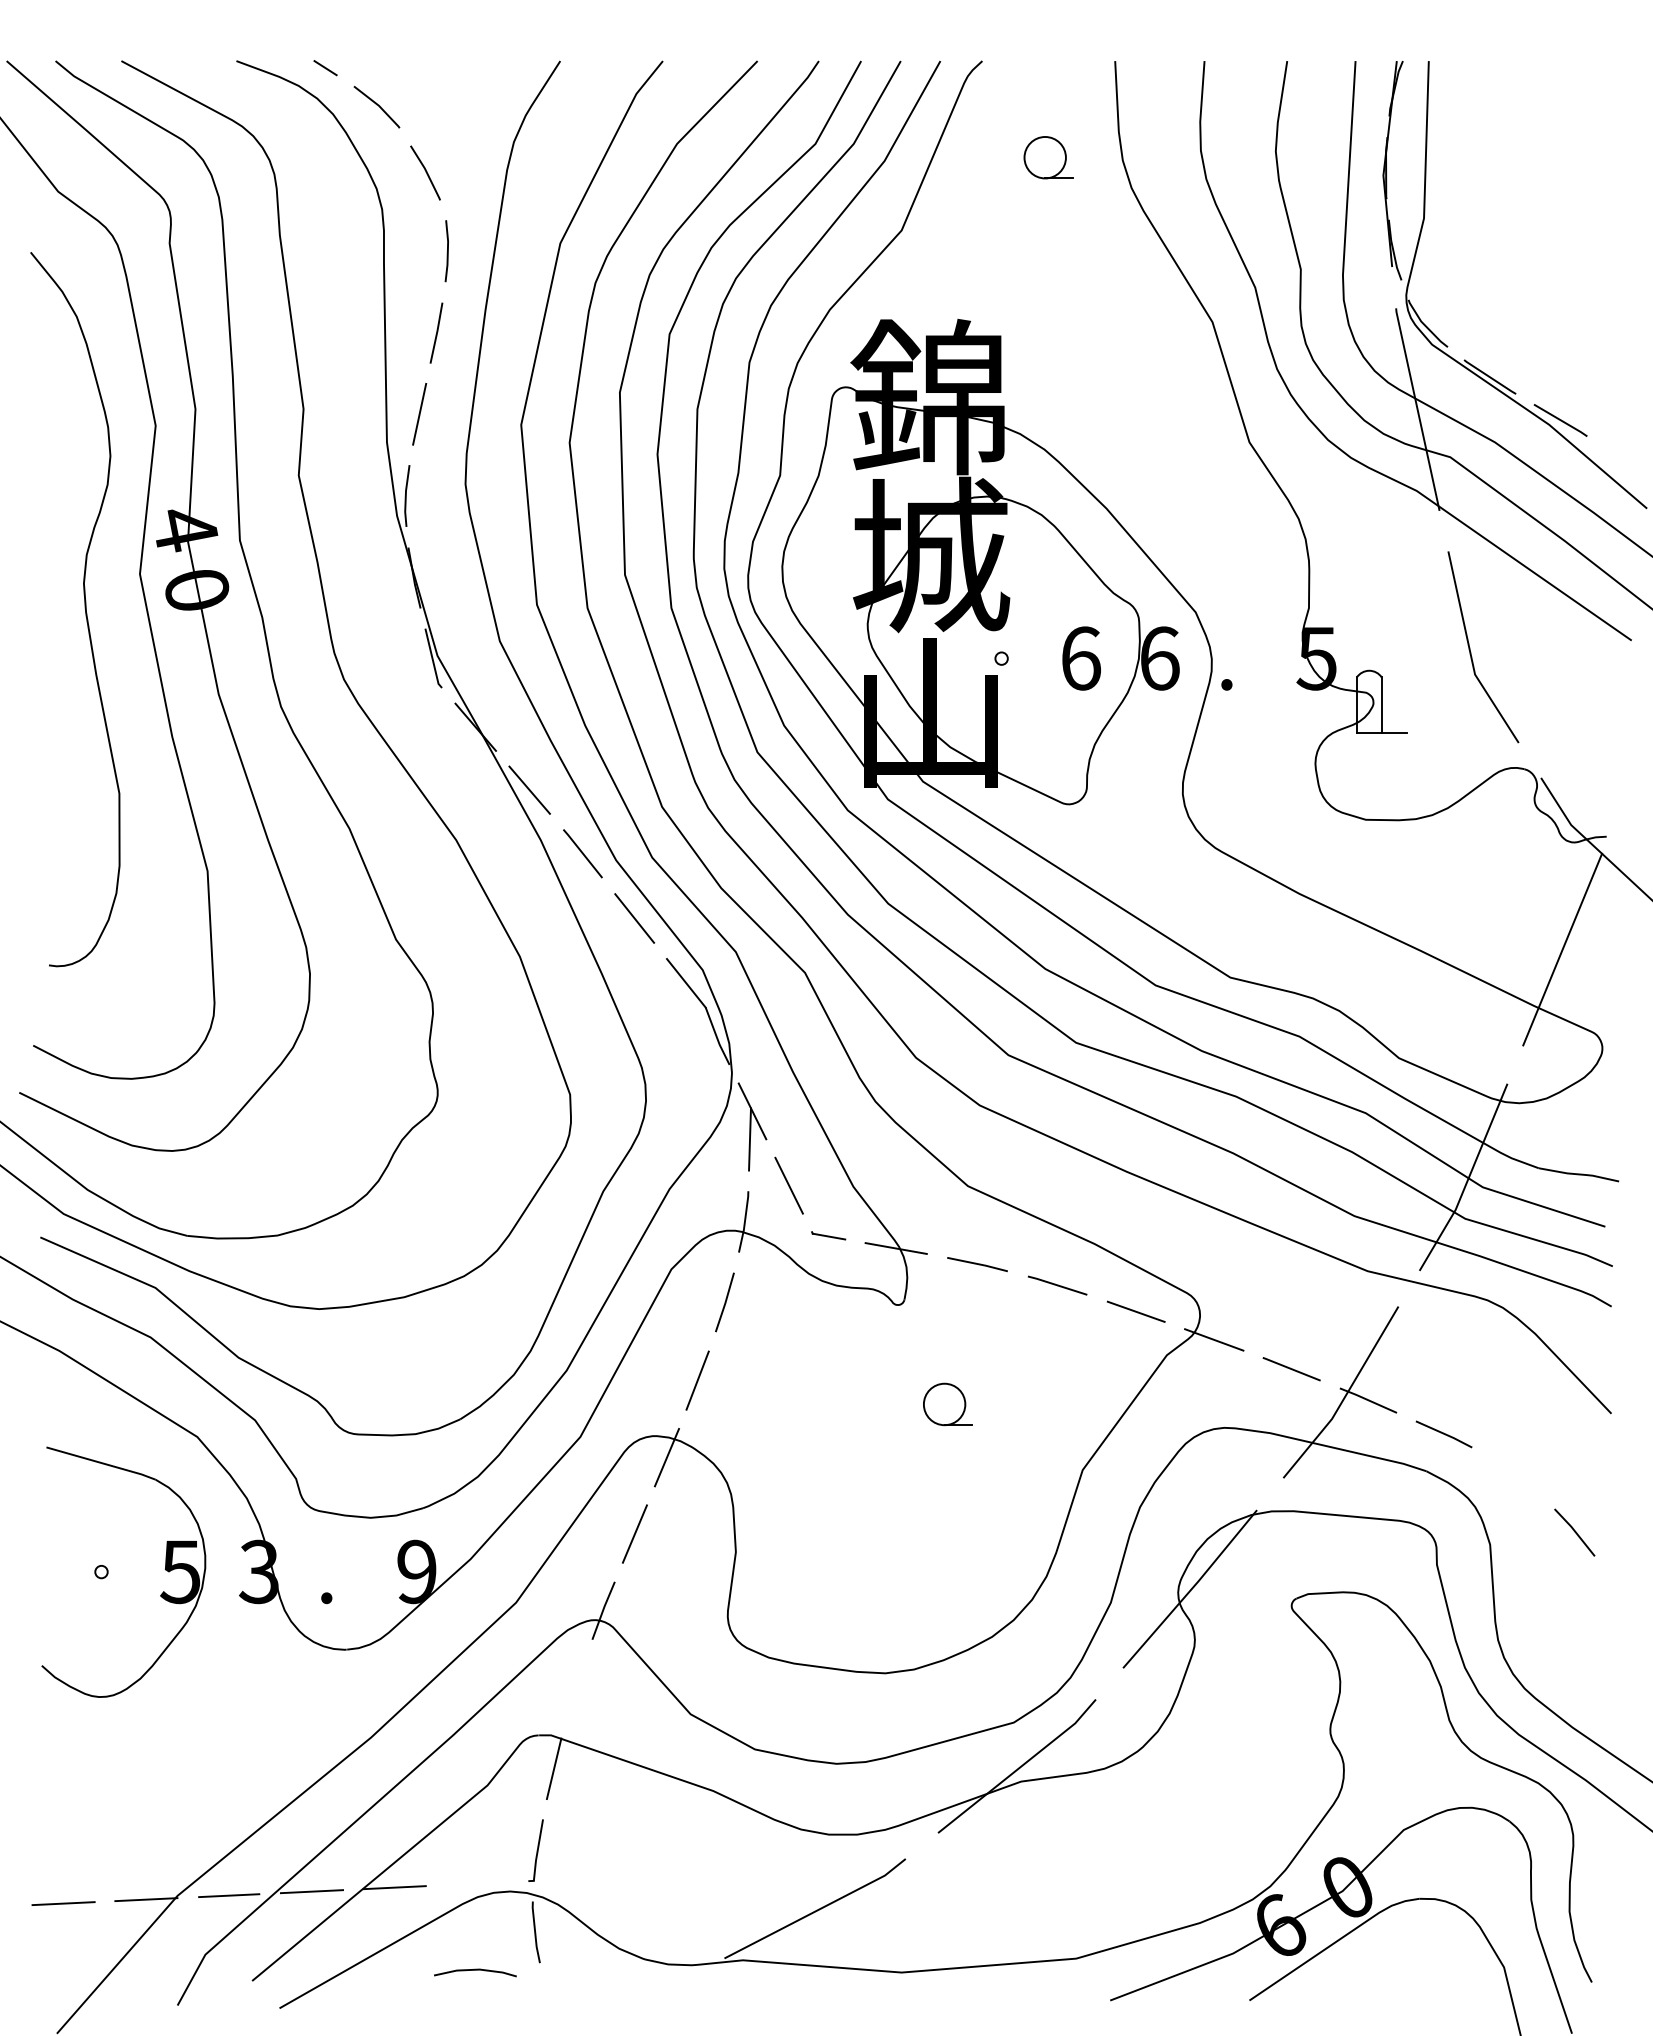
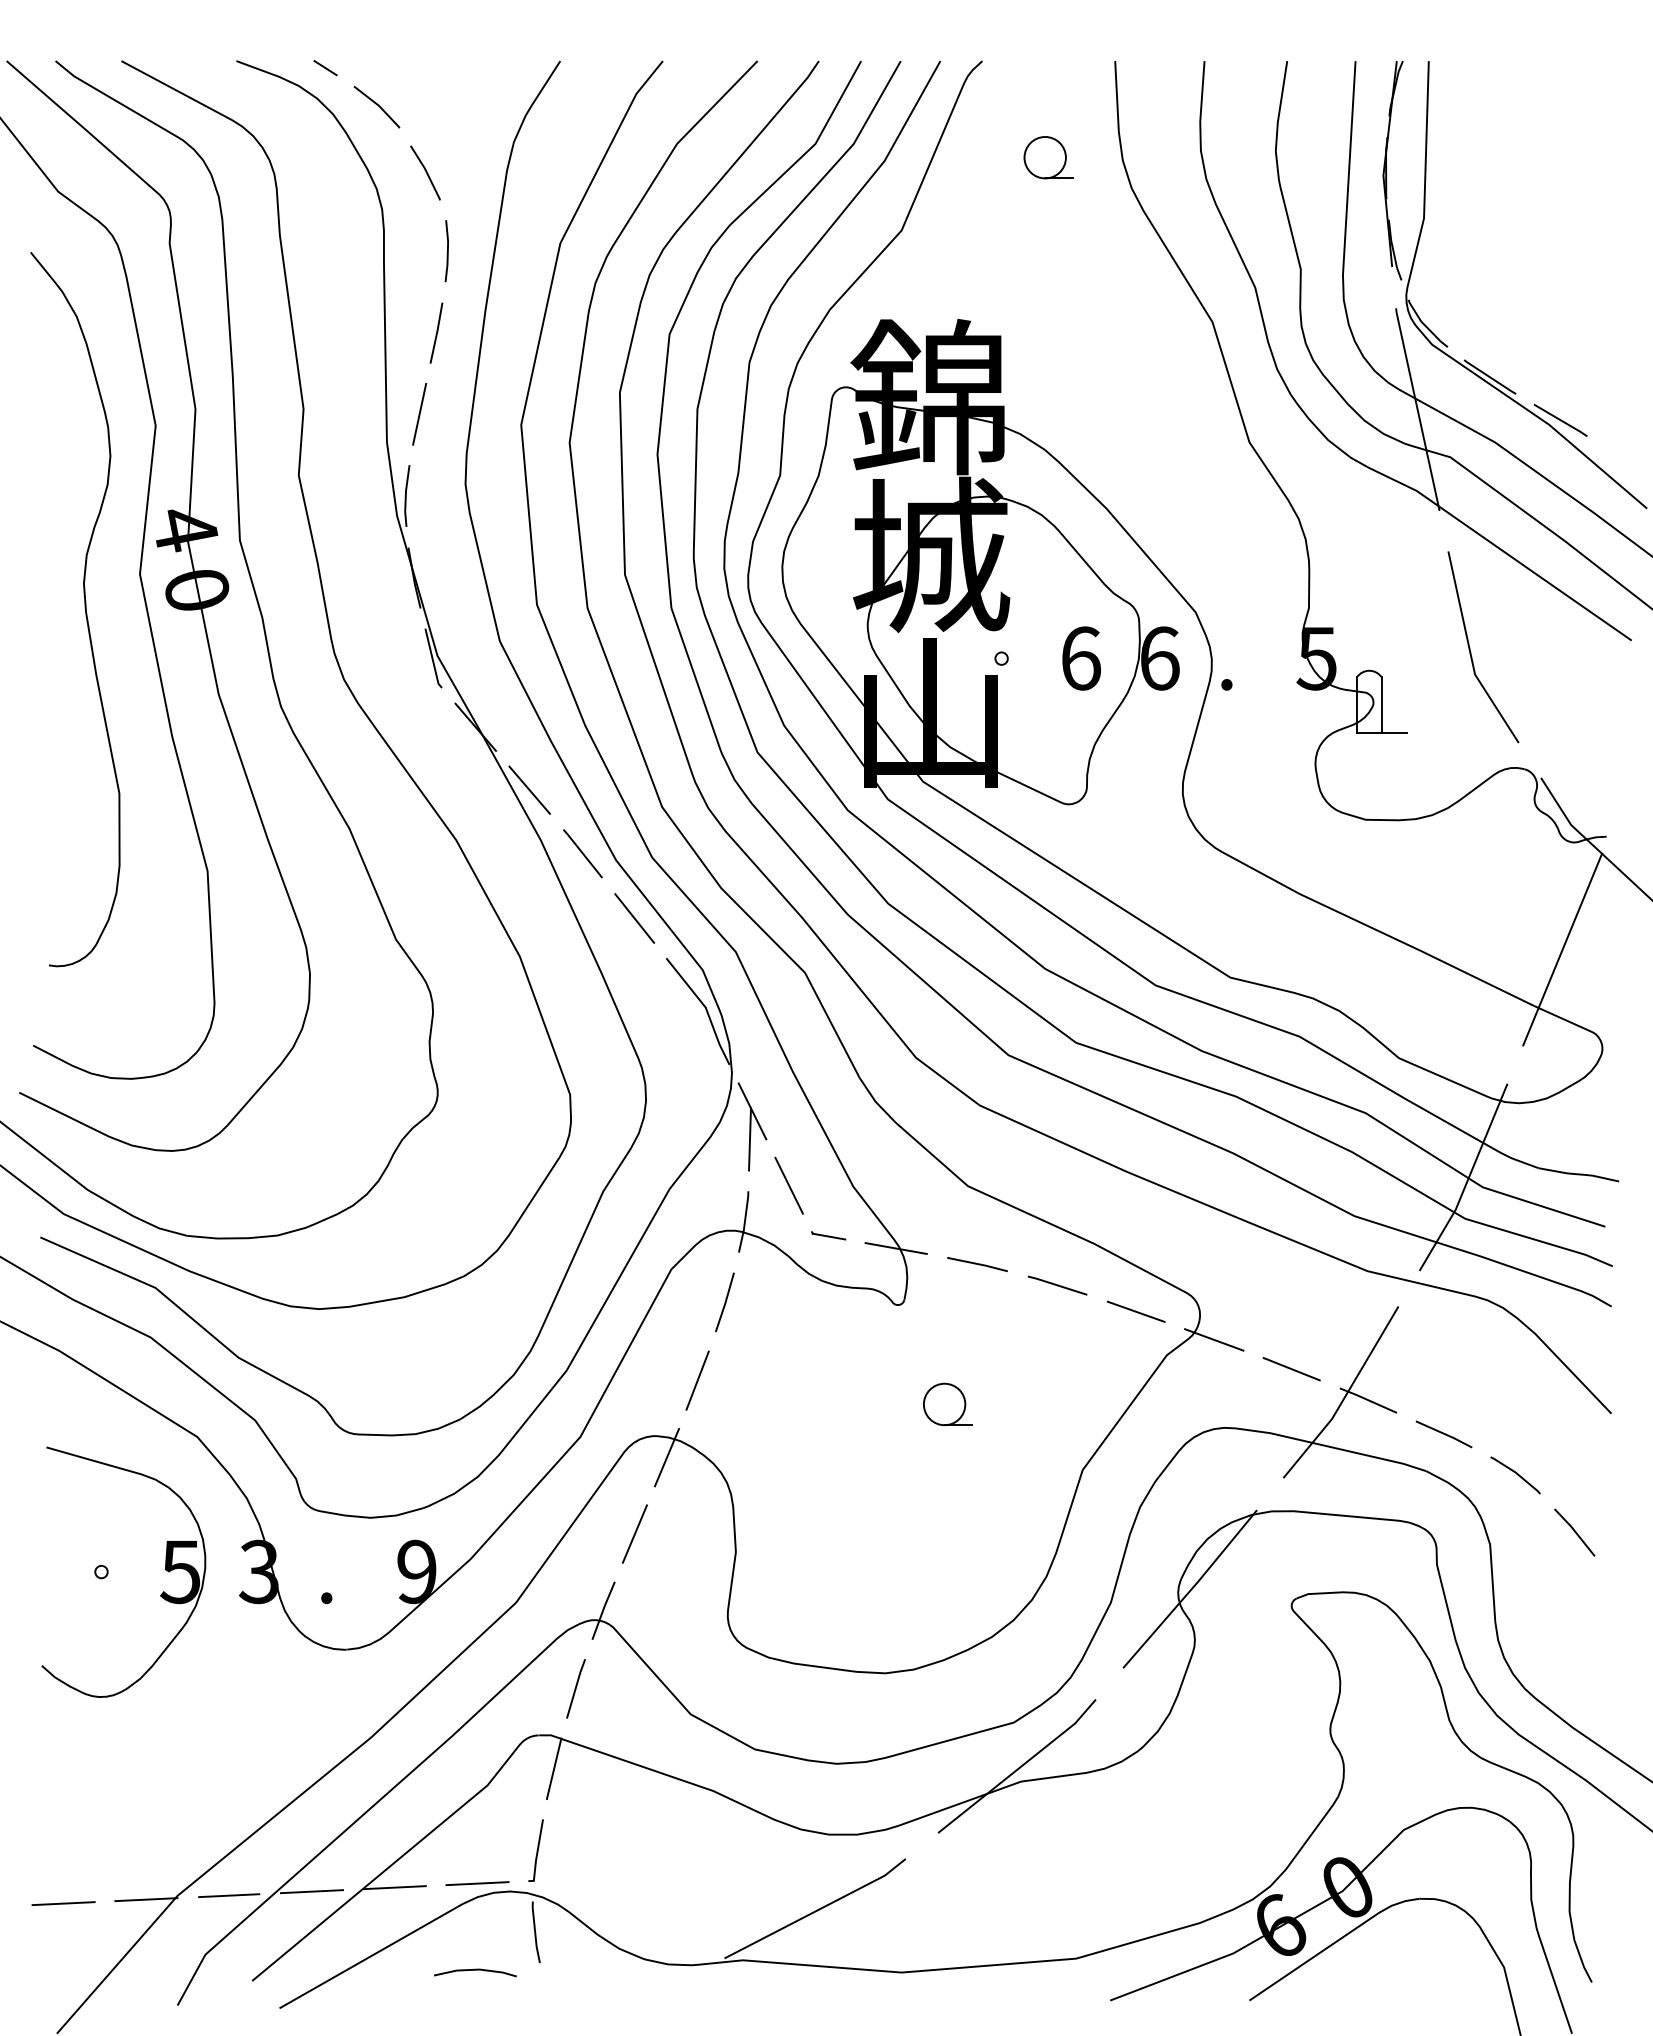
line at (1516, 1474): none -> present
line at (575, 1688): none -> present
line at (477, 1883): none -> present
